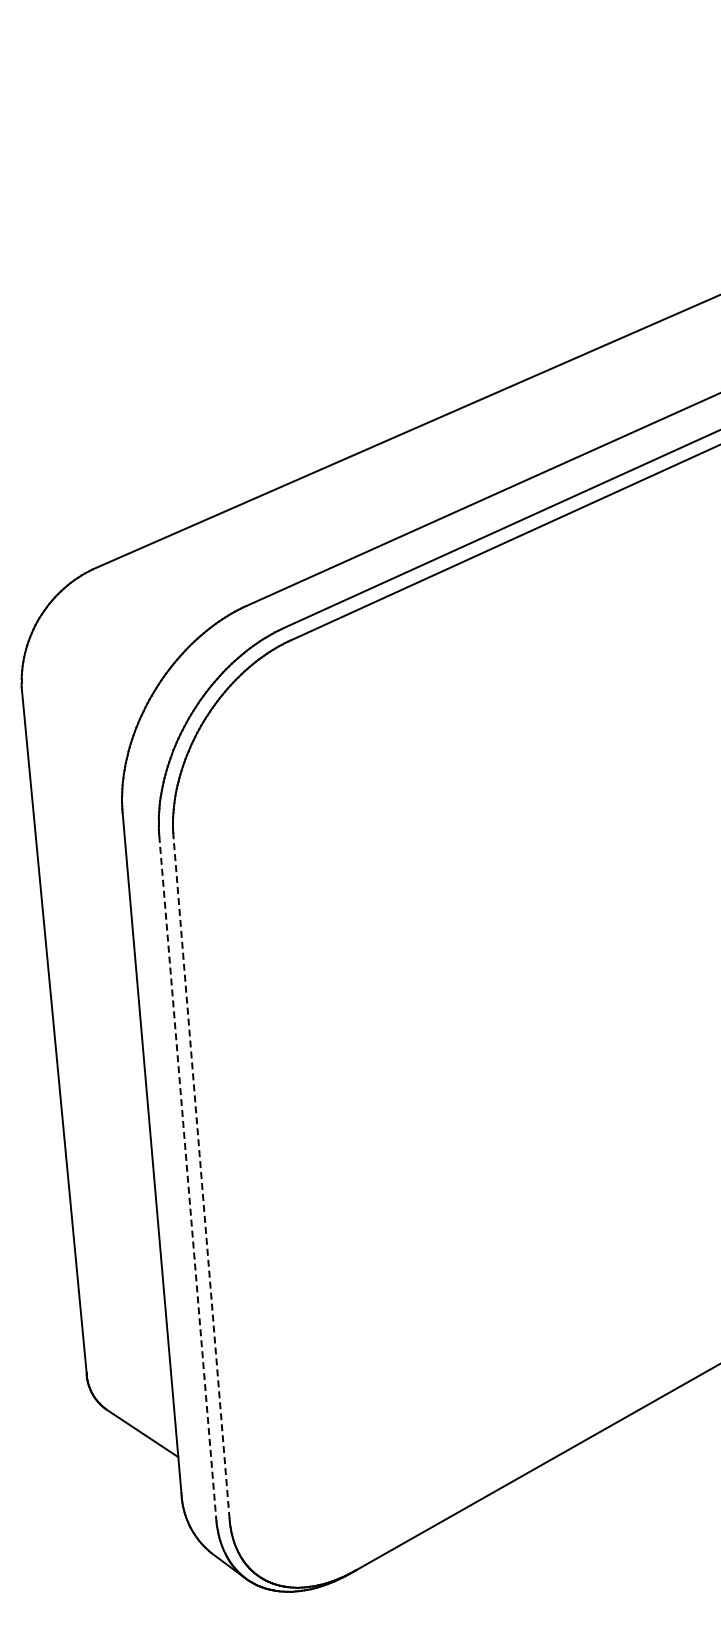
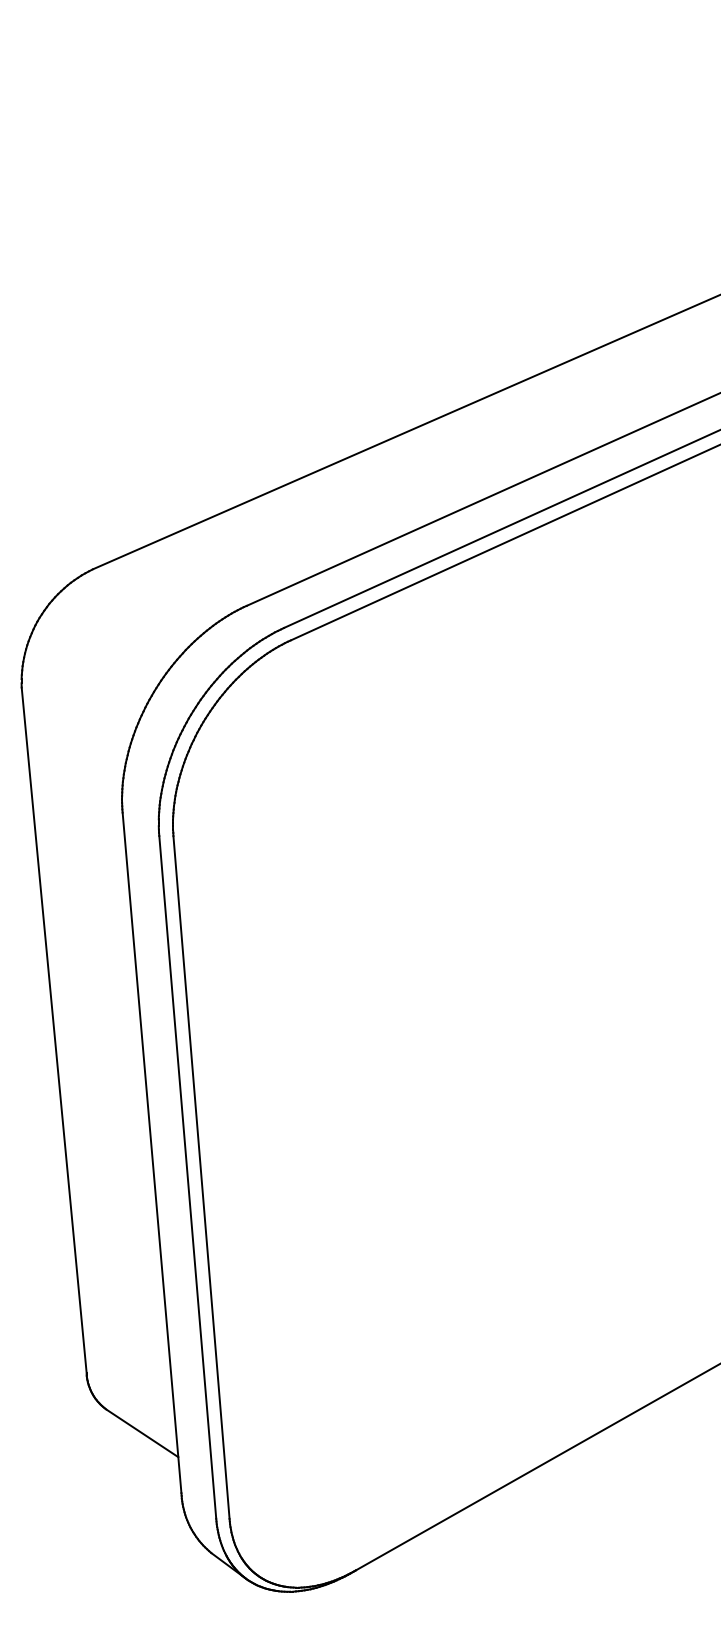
line at (187, 1177): dashed -> solid
line at (201, 1177): dashed -> solid
